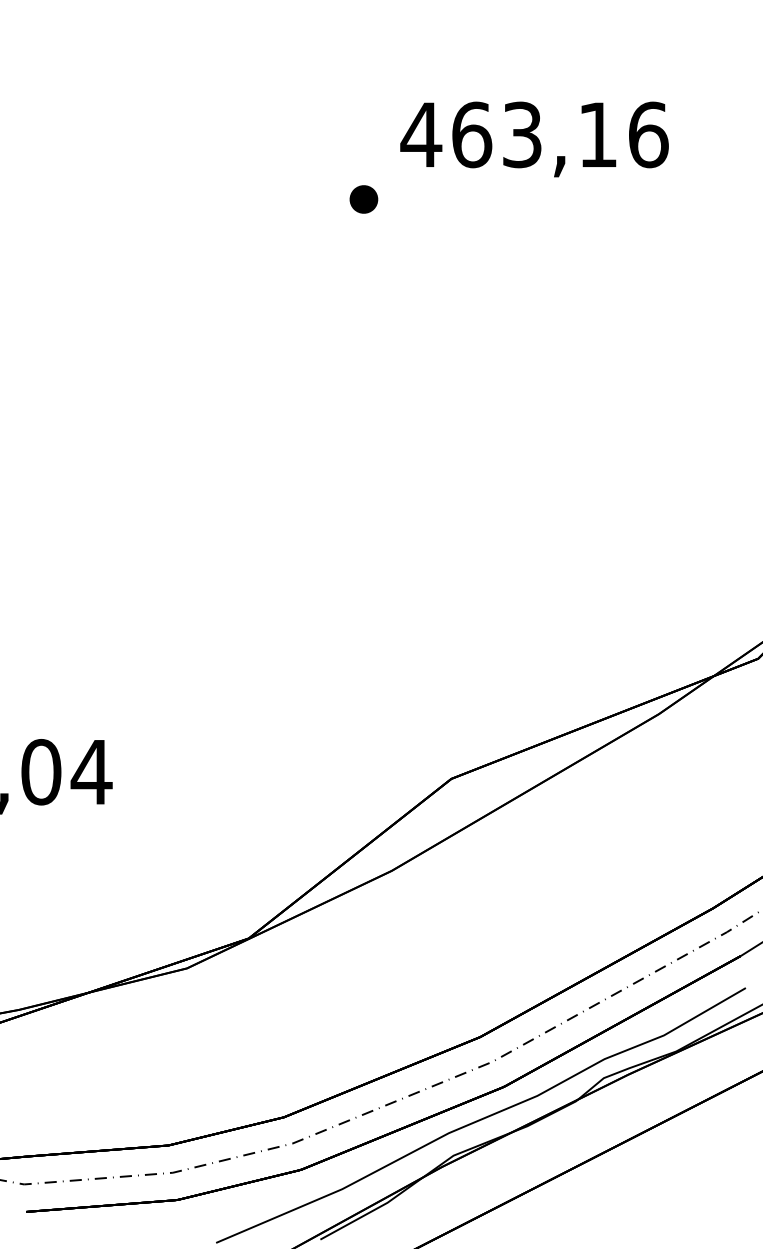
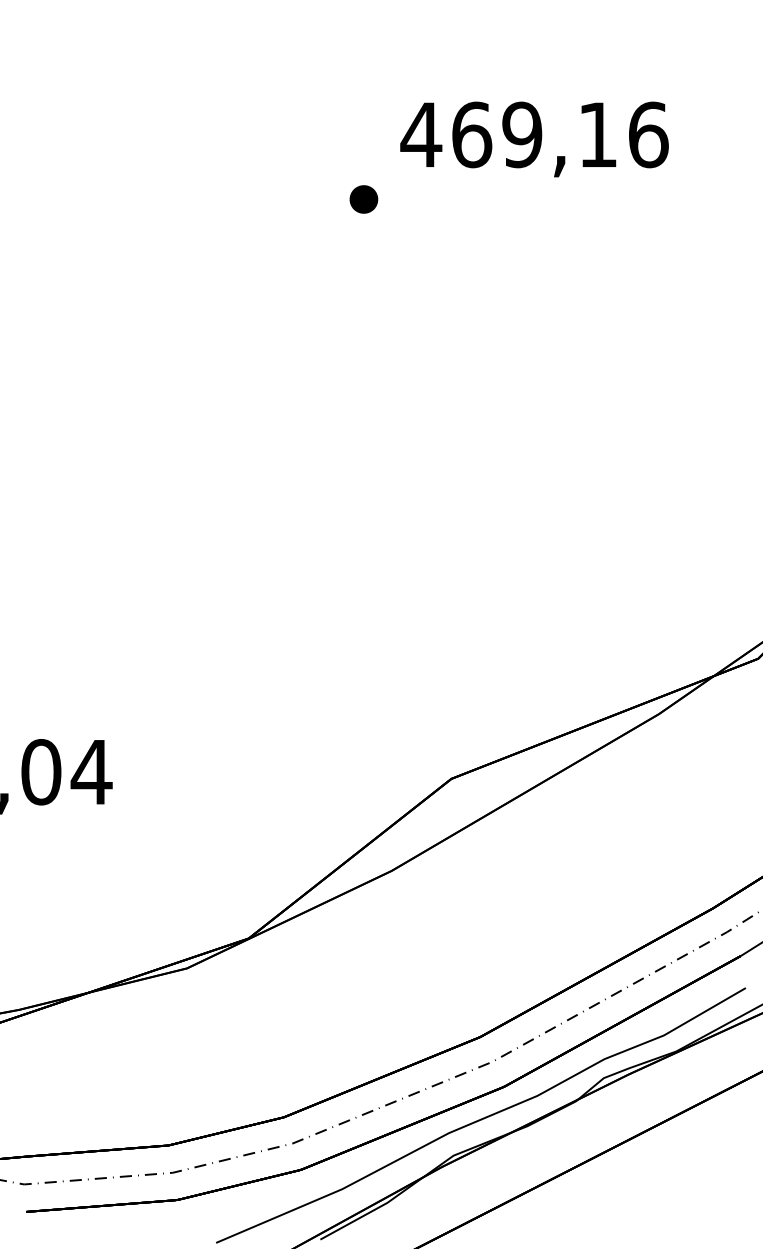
text at (522, 134): 463,16 -> 469,16
